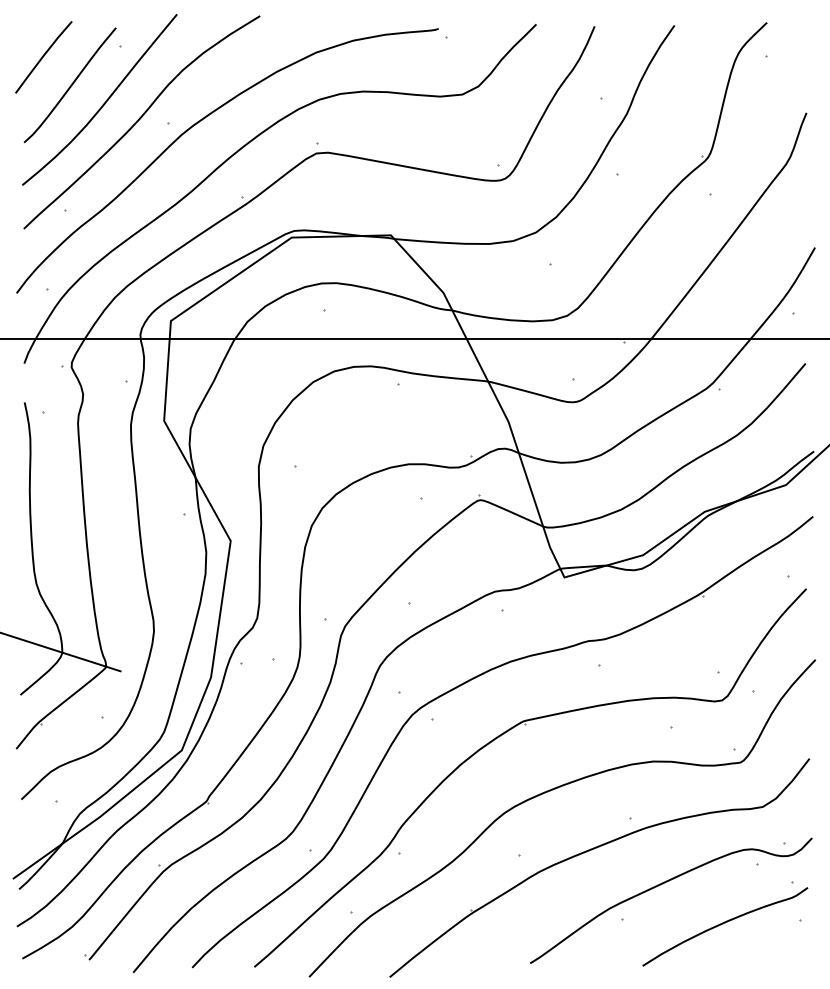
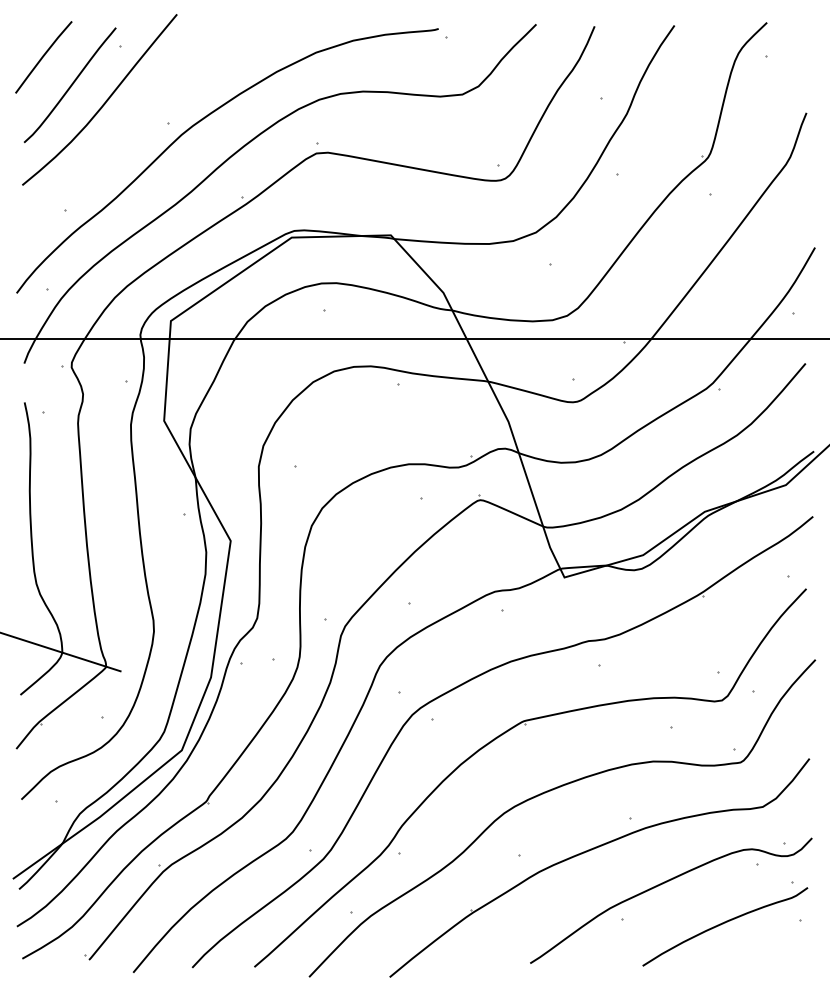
curve at (139, 120): present -> none
